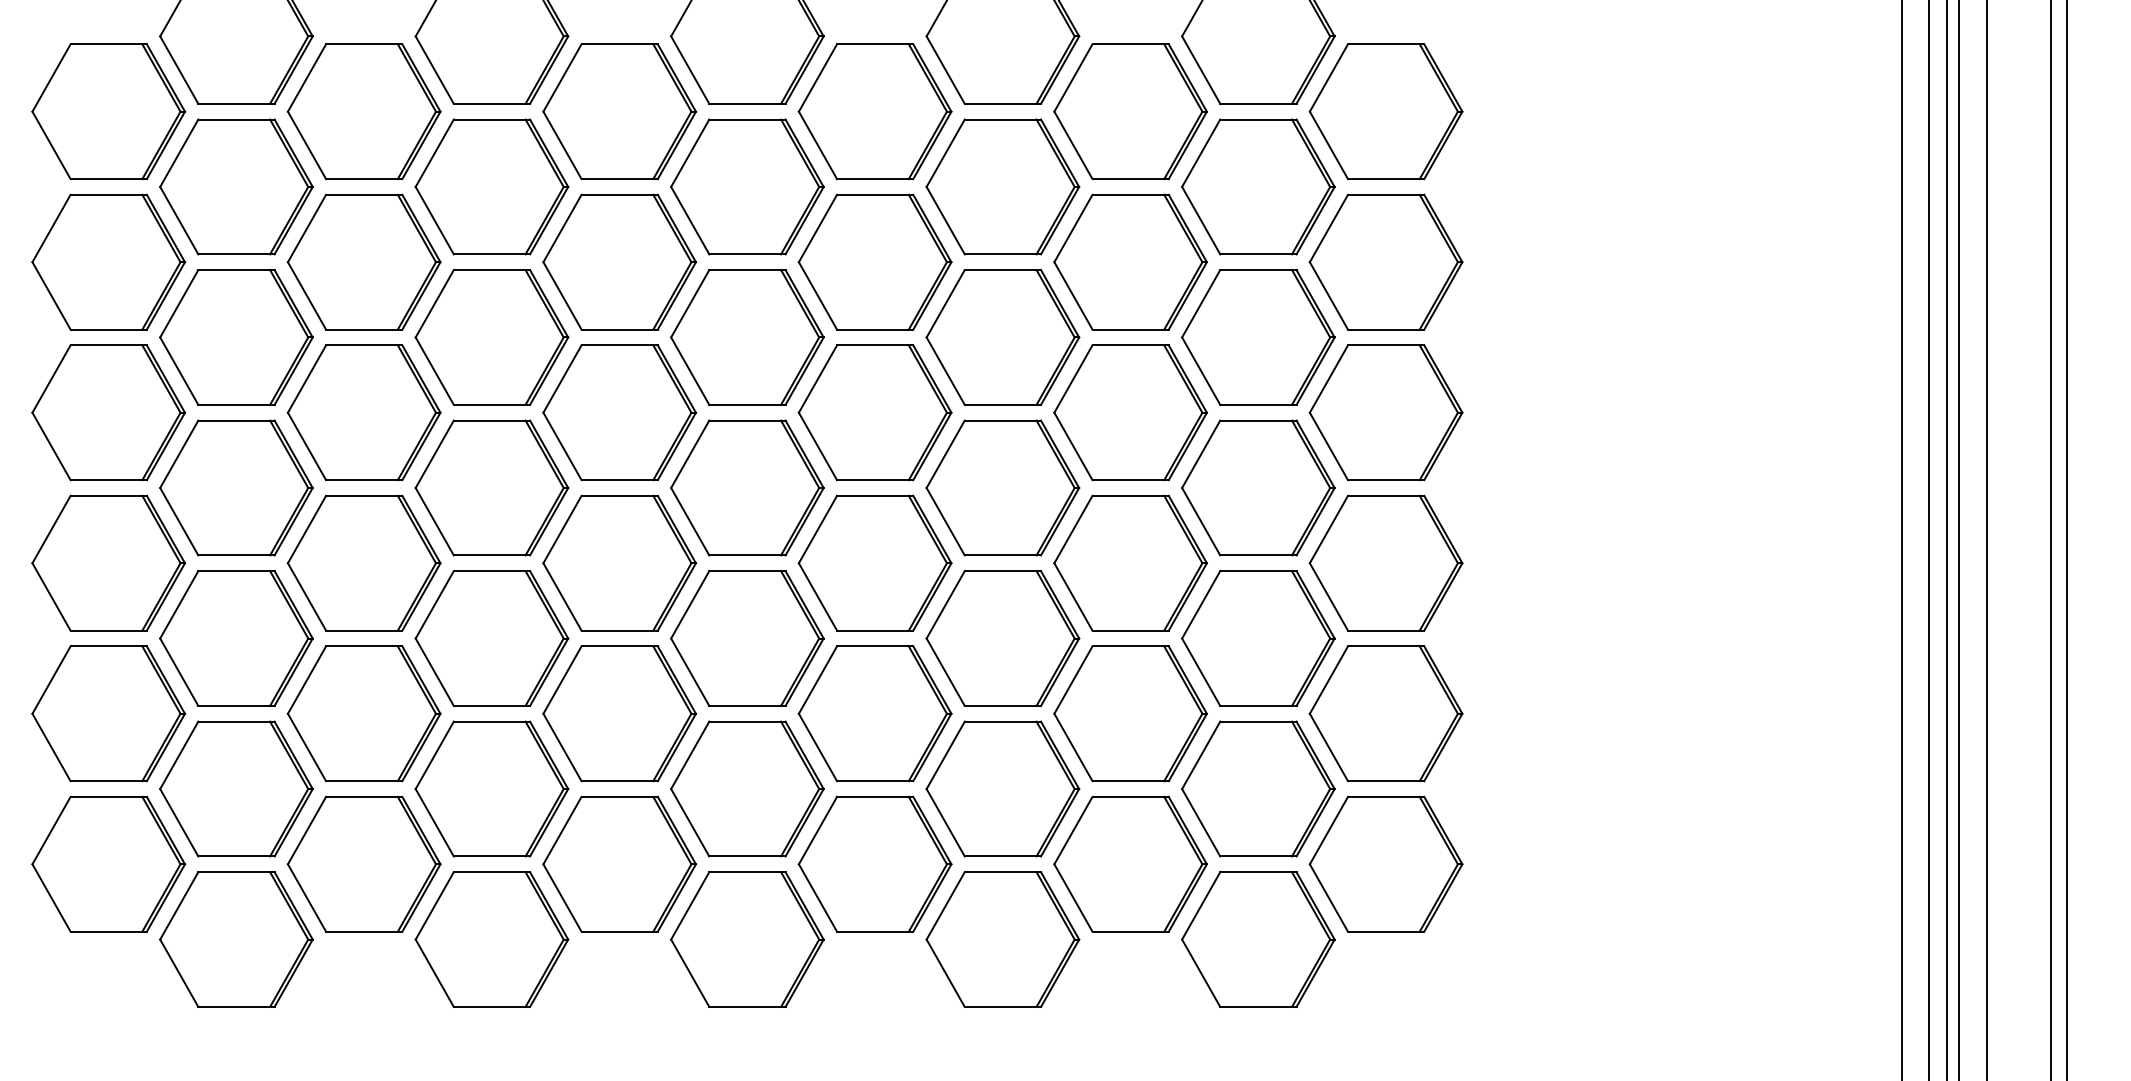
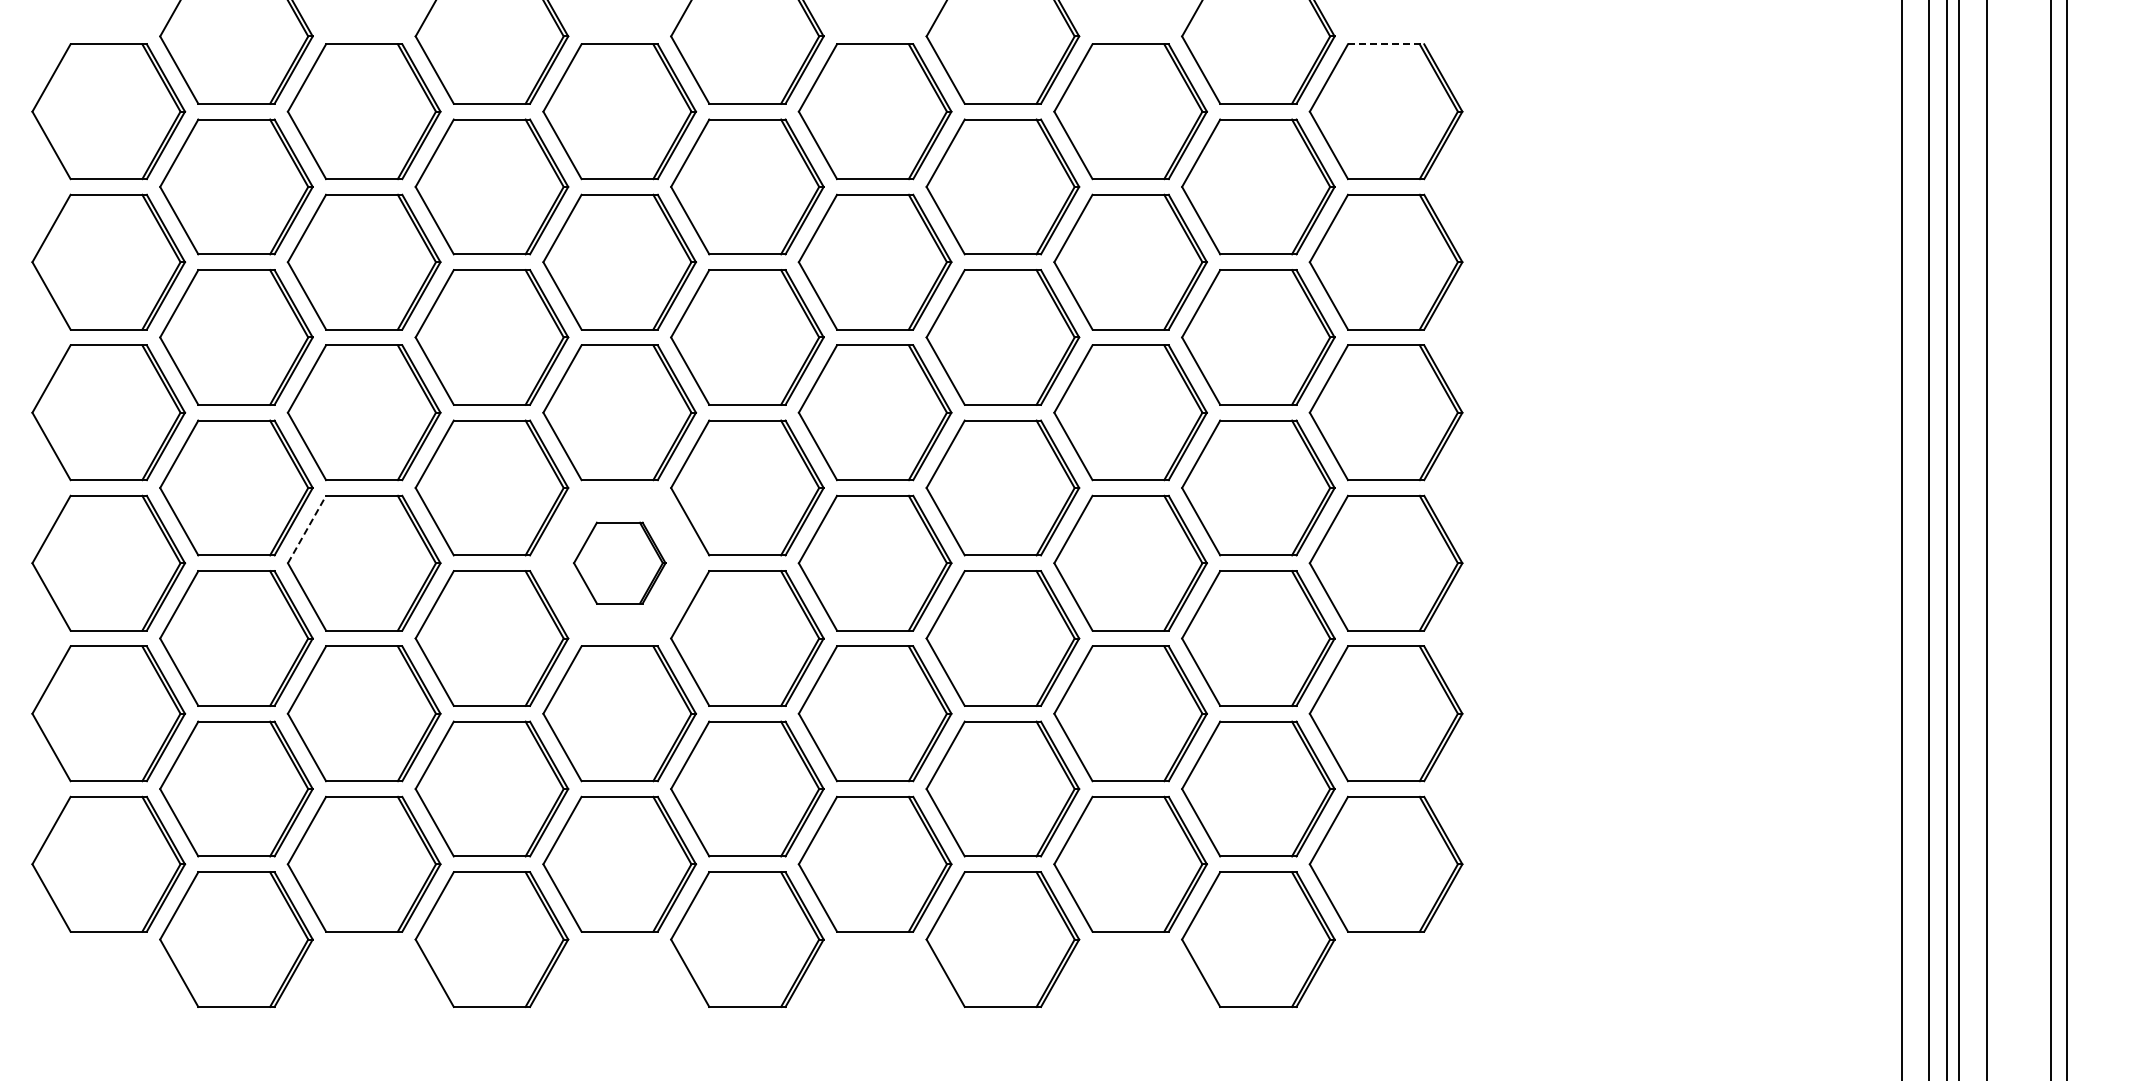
line at (1386, 44): solid -> dashed
line at (307, 529): solid -> dashed
part at (619, 562) size: 156x138 px -> 94x84 px
